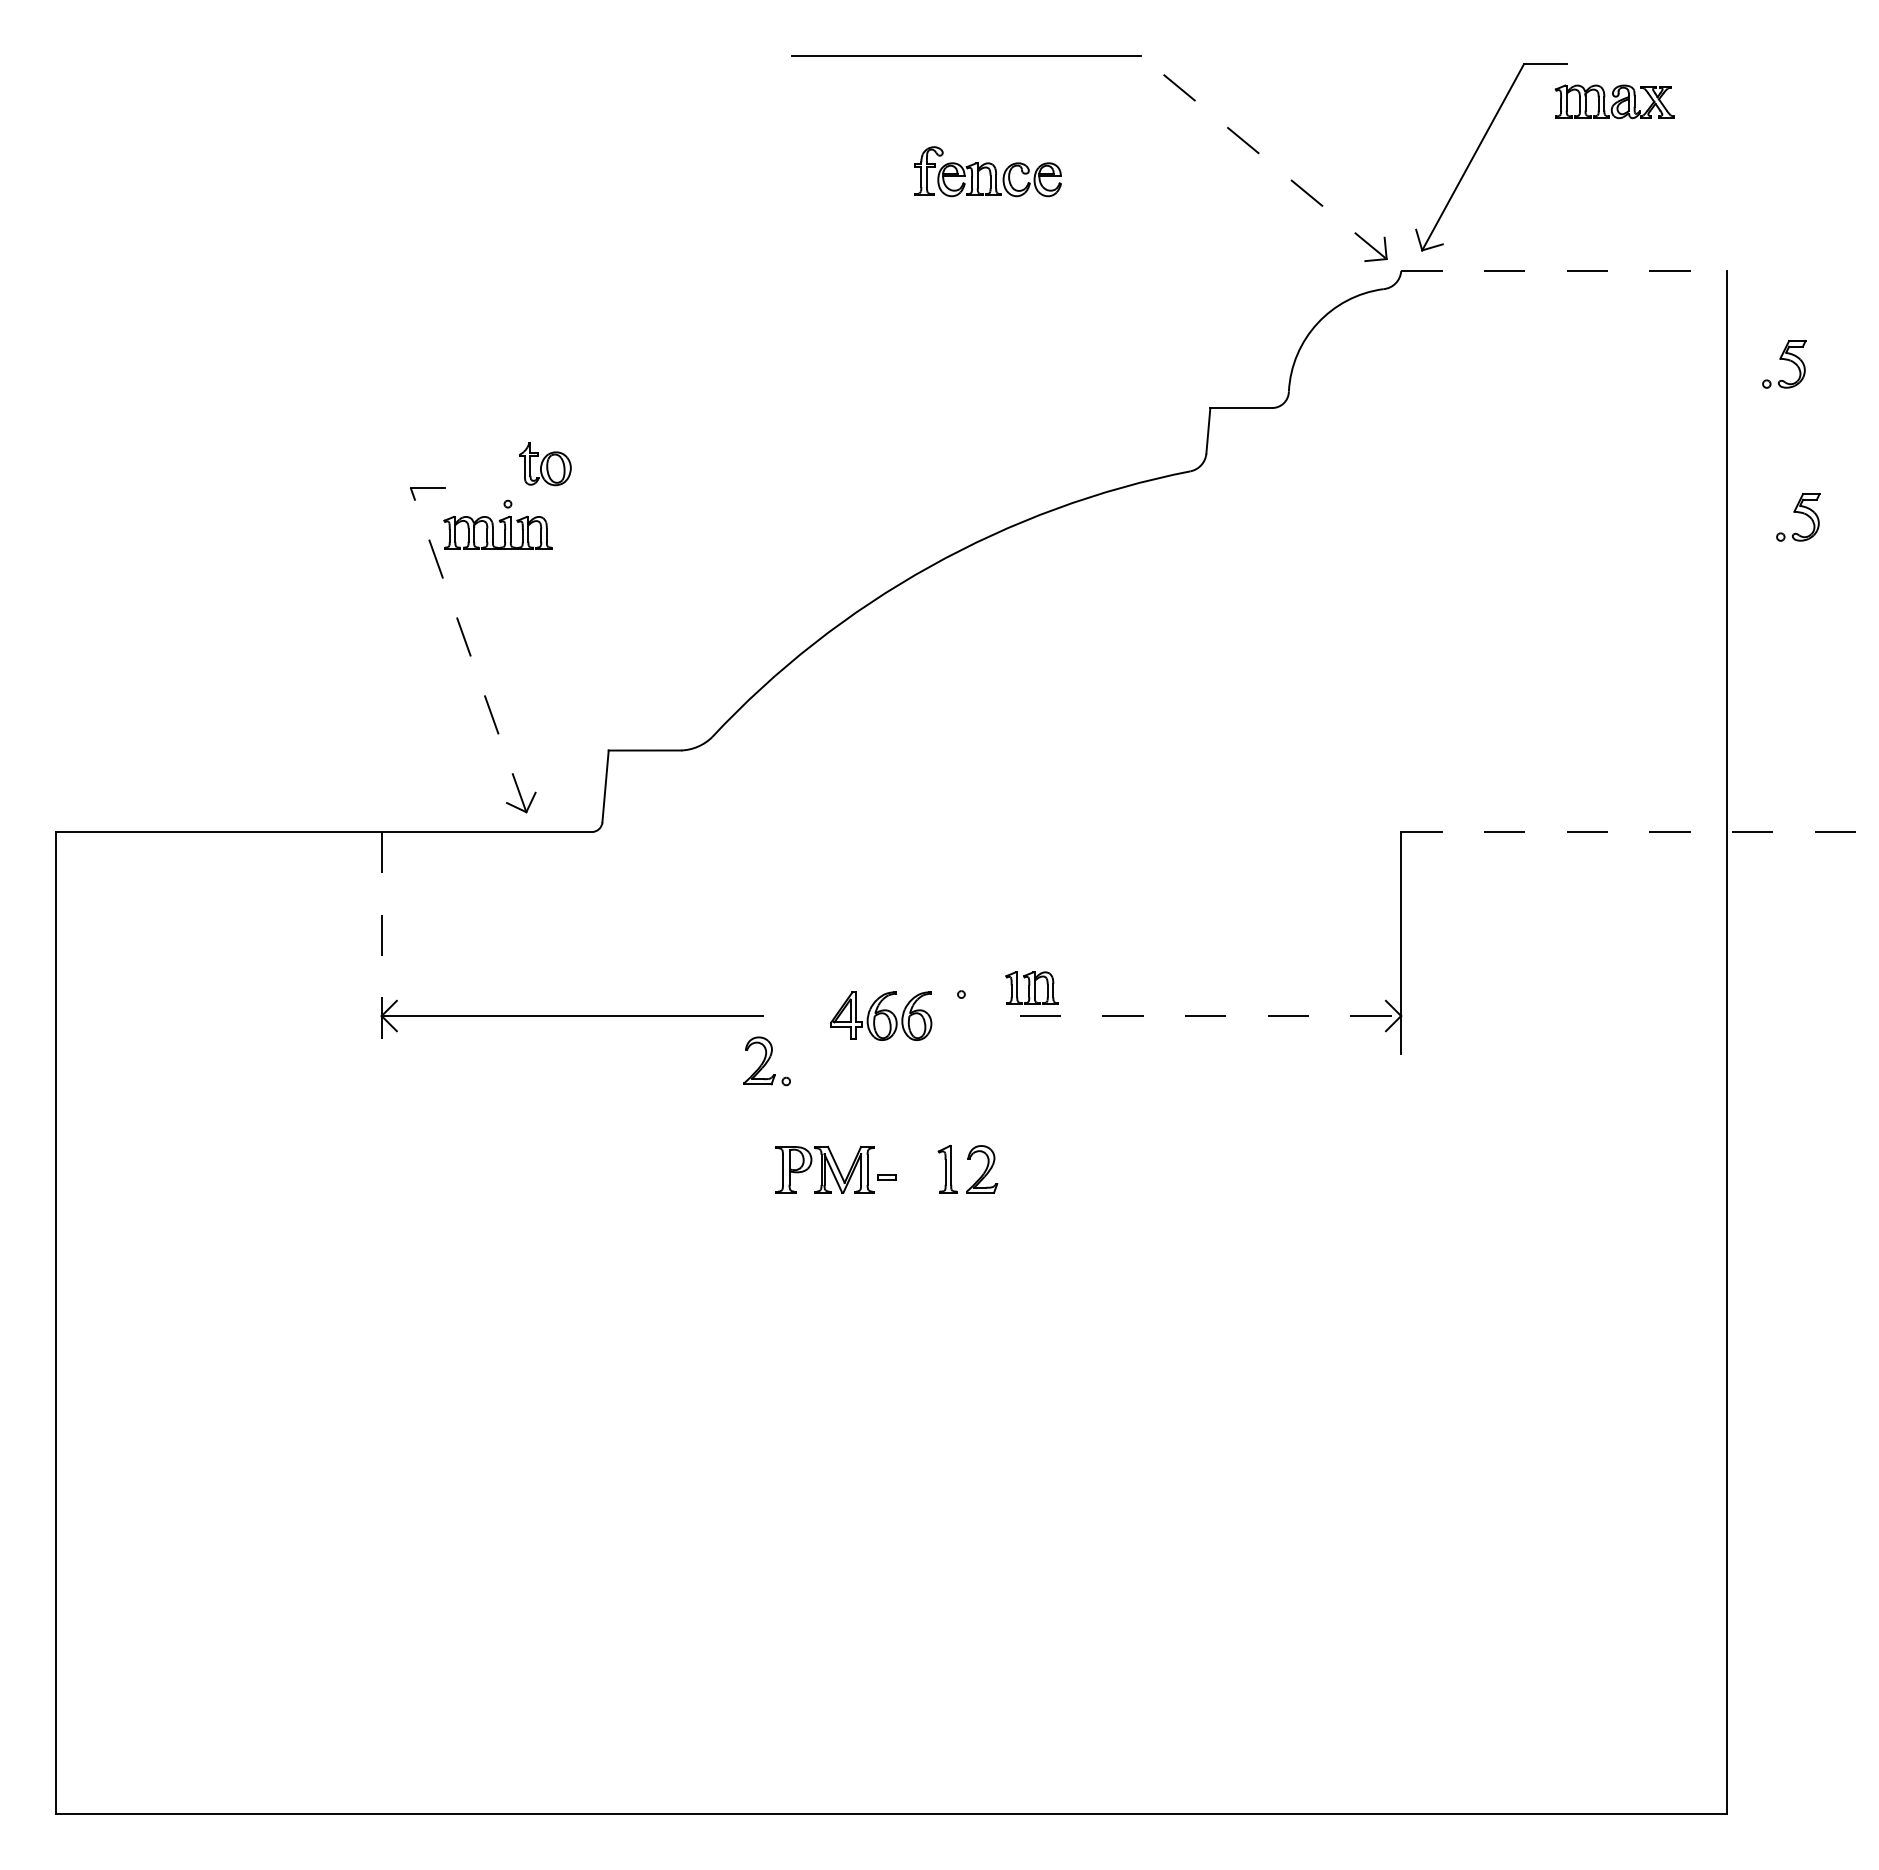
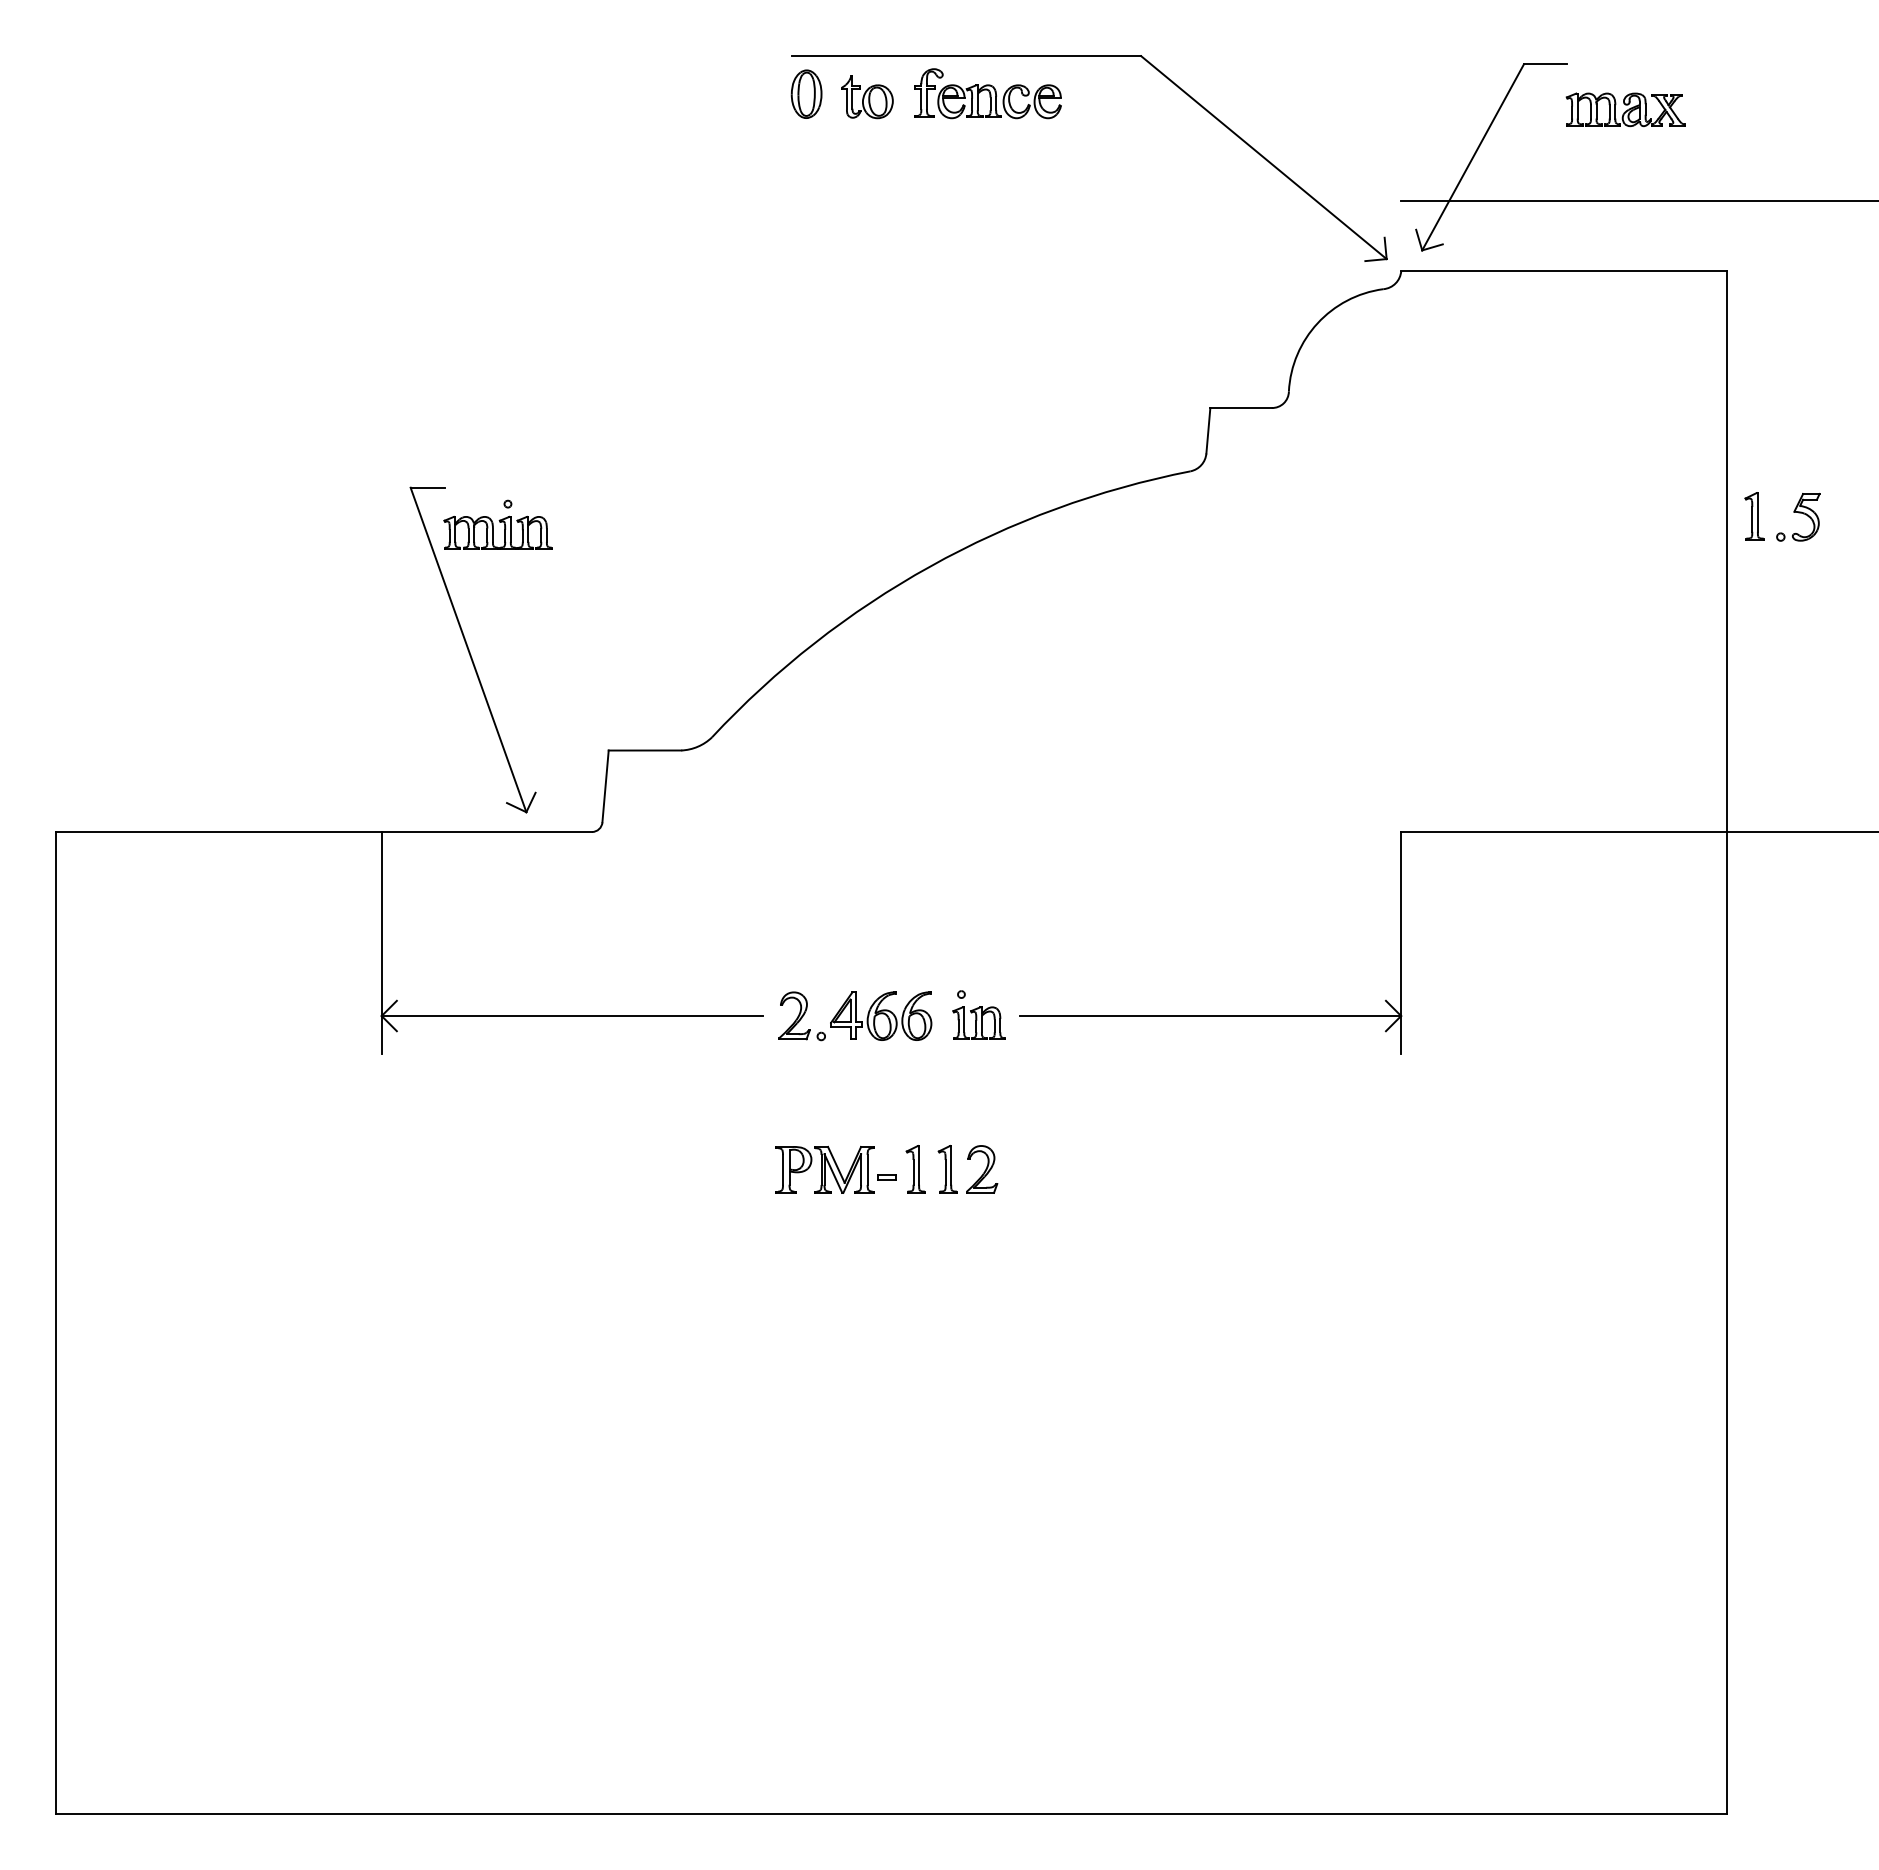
part at (806, 93): none -> present
part at (1614, 101) position: (1614, 101) -> (1625, 109)
line at (1263, 157): dashed -> solid
part at (987, 171) position: (987, 171) -> (987, 93)
line at (1638, 201): none -> present
line at (1563, 271): dashed -> solid
part at (1784, 364): present -> none
part at (545, 464) position: (545, 464) -> (867, 97)
part at (1754, 516): none -> present
line at (468, 649): dashed -> solid
line at (1639, 832): dashed -> solid
line at (381, 943): dashed -> solid
part at (1031, 987) position: (1031, 987) -> (978, 1022)
line at (1210, 1016): dashed -> solid
part at (766, 1061) position: (766, 1061) -> (801, 1016)
part at (915, 1169): none -> present
